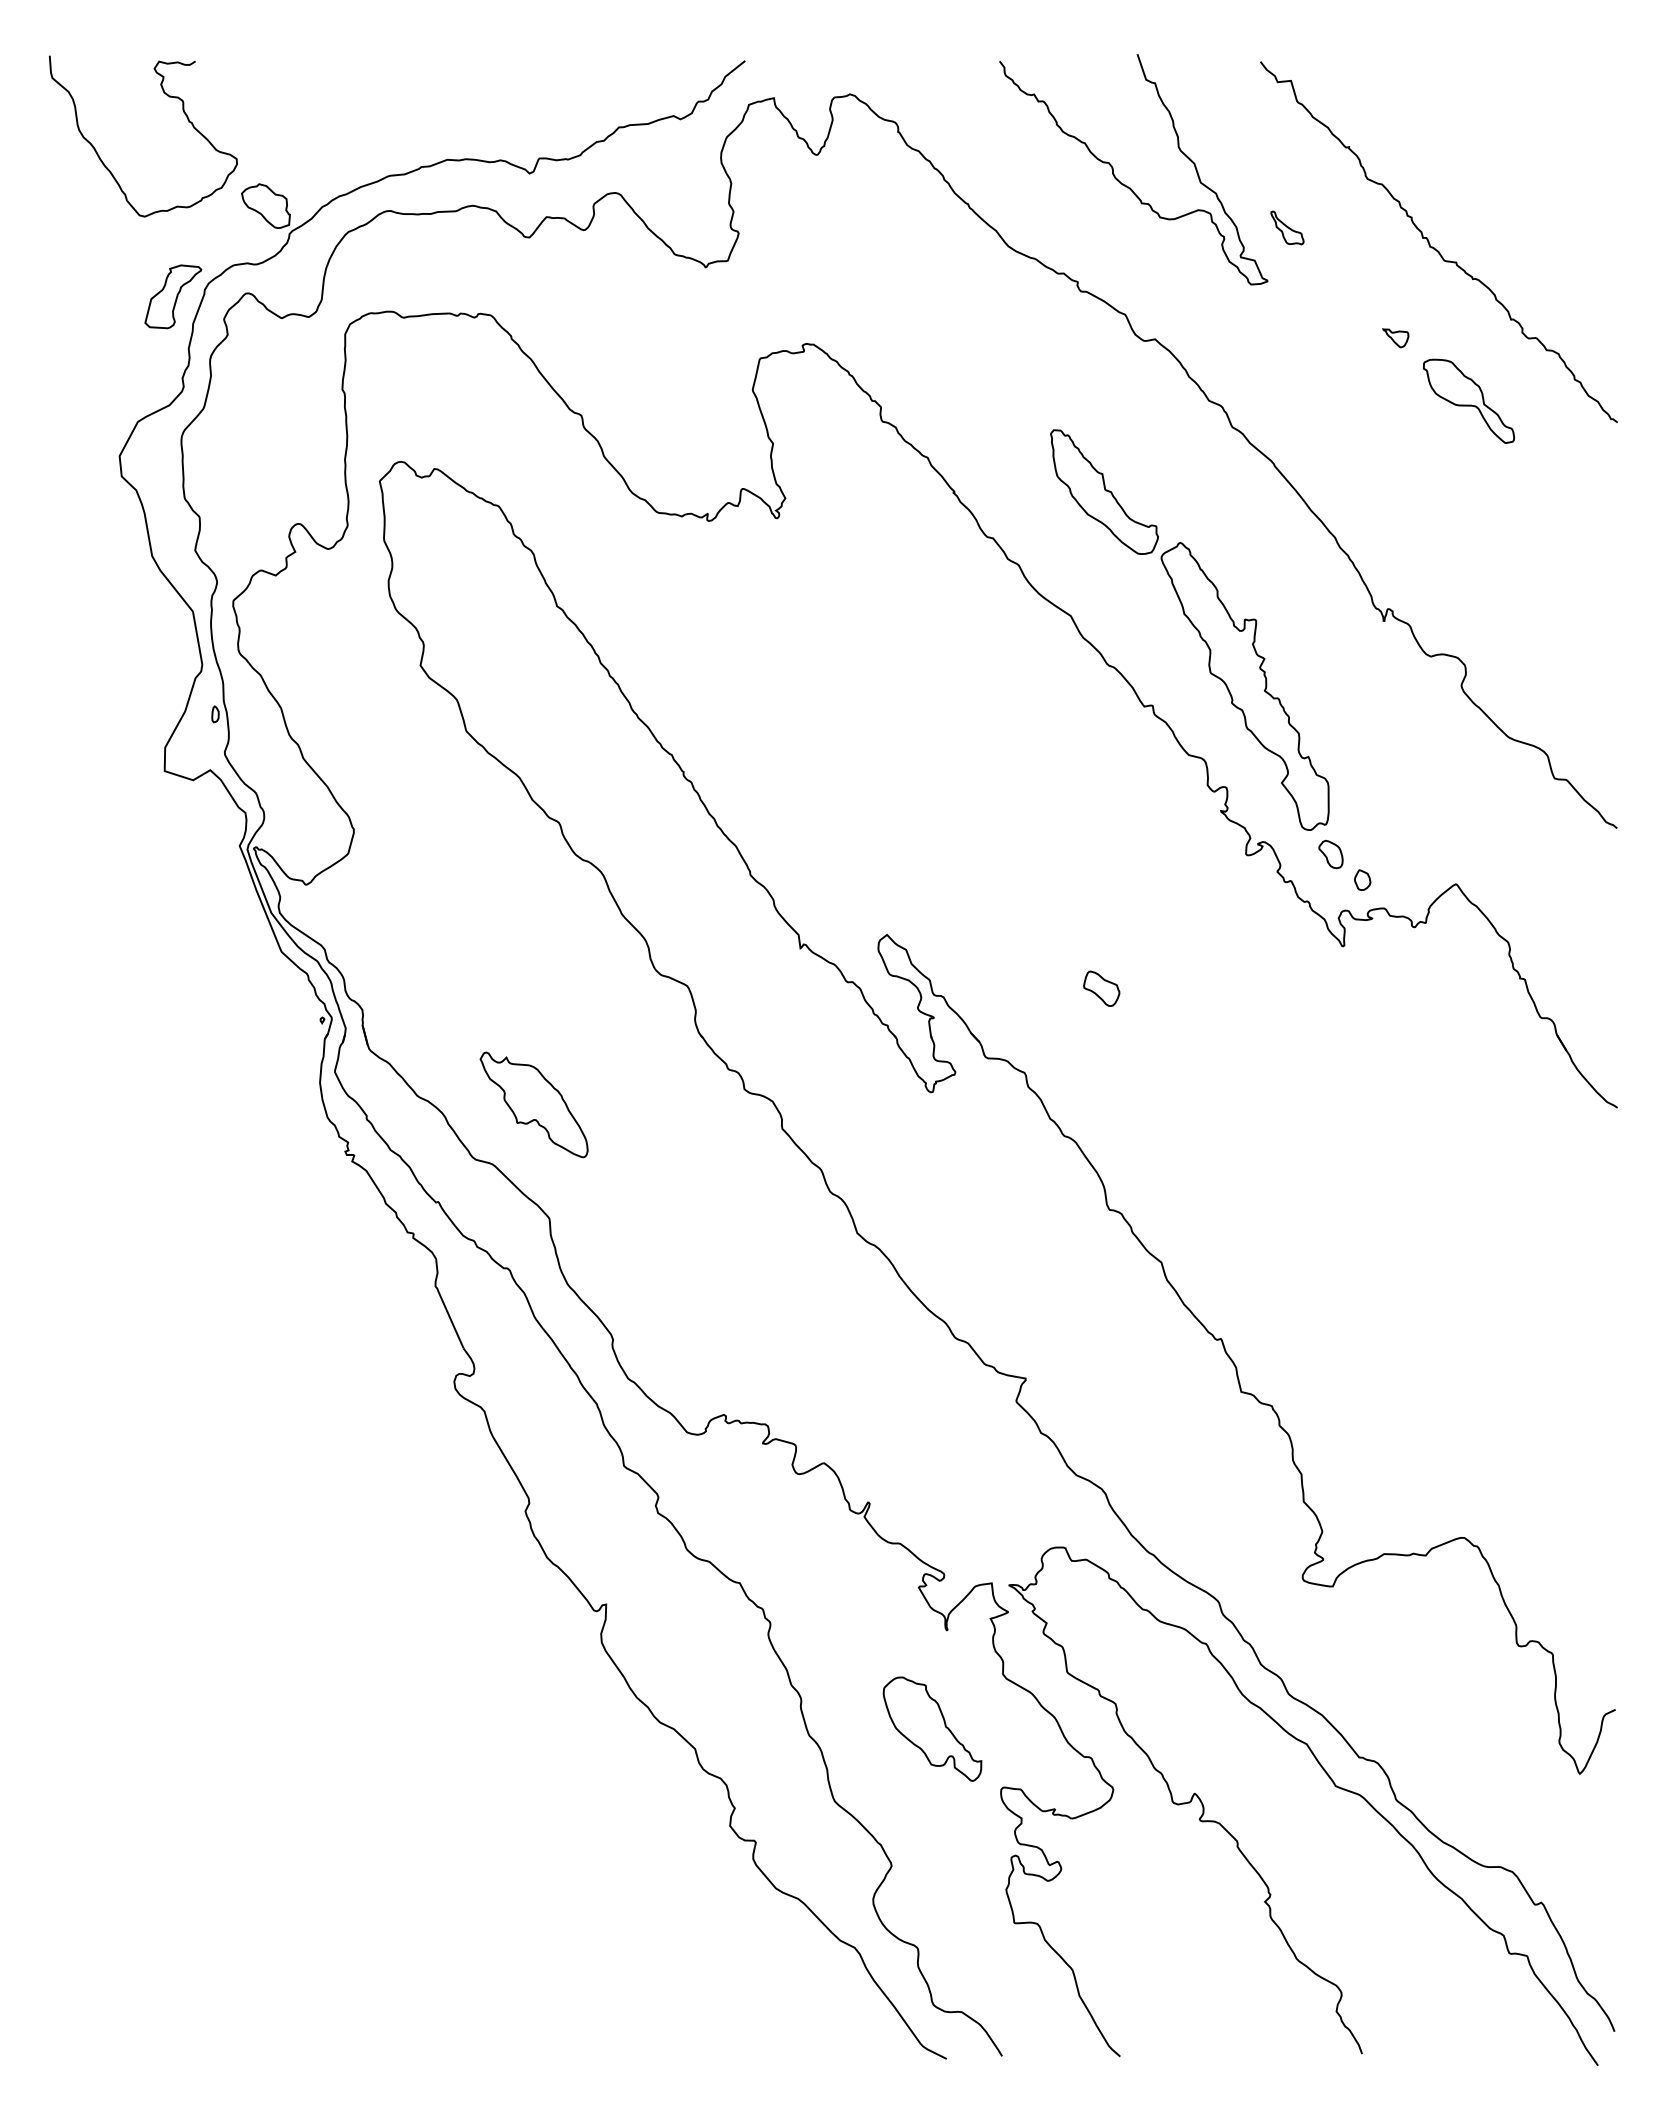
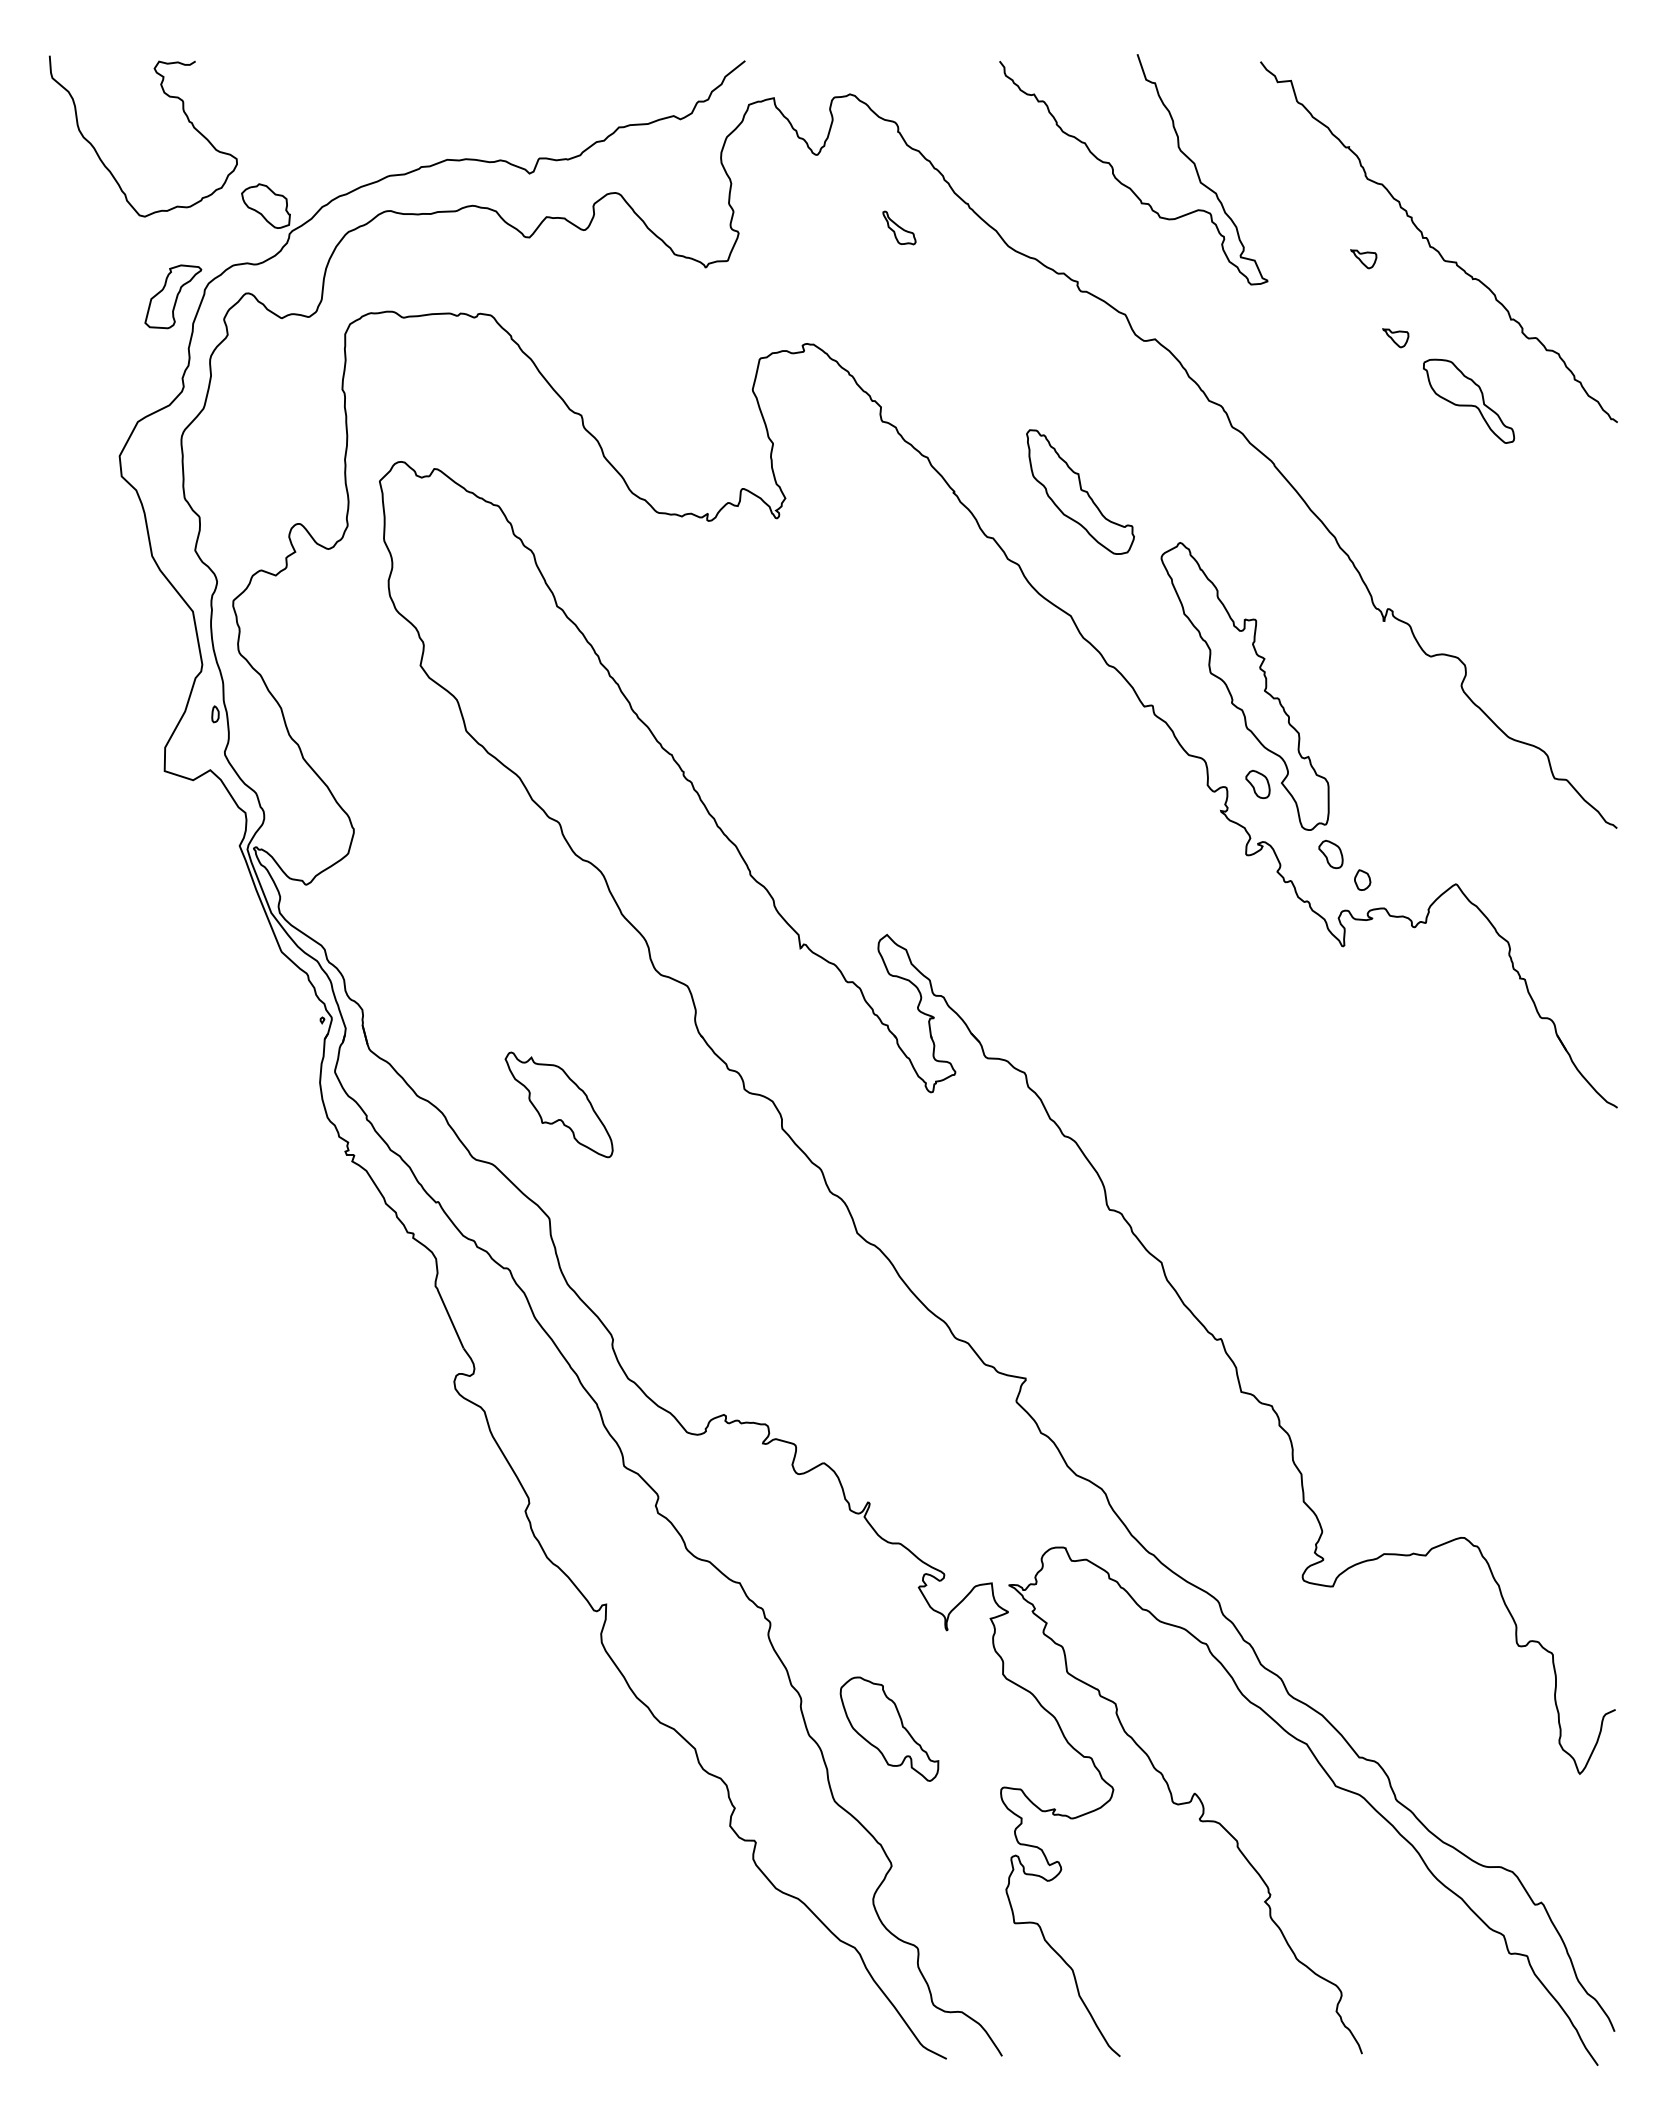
part at (1287, 227) position: (1287, 227) -> (899, 227)
part at (1363, 259): none -> present
part at (1104, 491) position: (1104, 491) -> (1080, 491)
part at (1257, 784): none -> present
part at (1101, 988): present -> none
part at (533, 1104) position: (533, 1104) -> (558, 1104)
part at (932, 1728) position: (932, 1728) -> (889, 1728)
